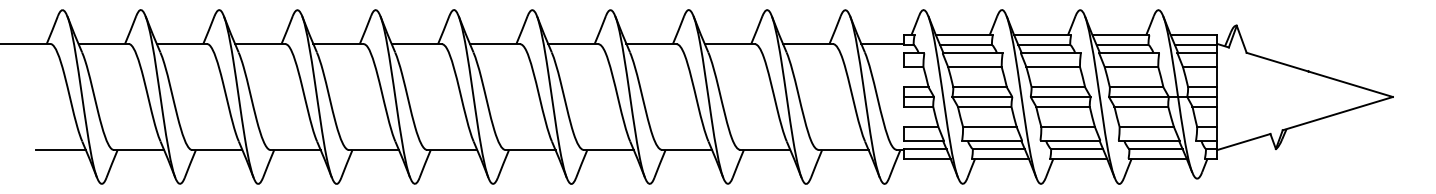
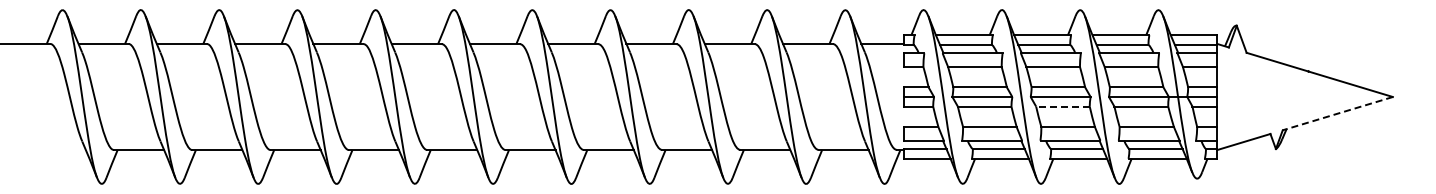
line at (1062, 106): solid -> dashed
line at (1337, 113): solid -> dashed
line at (60, 150): present -> none
